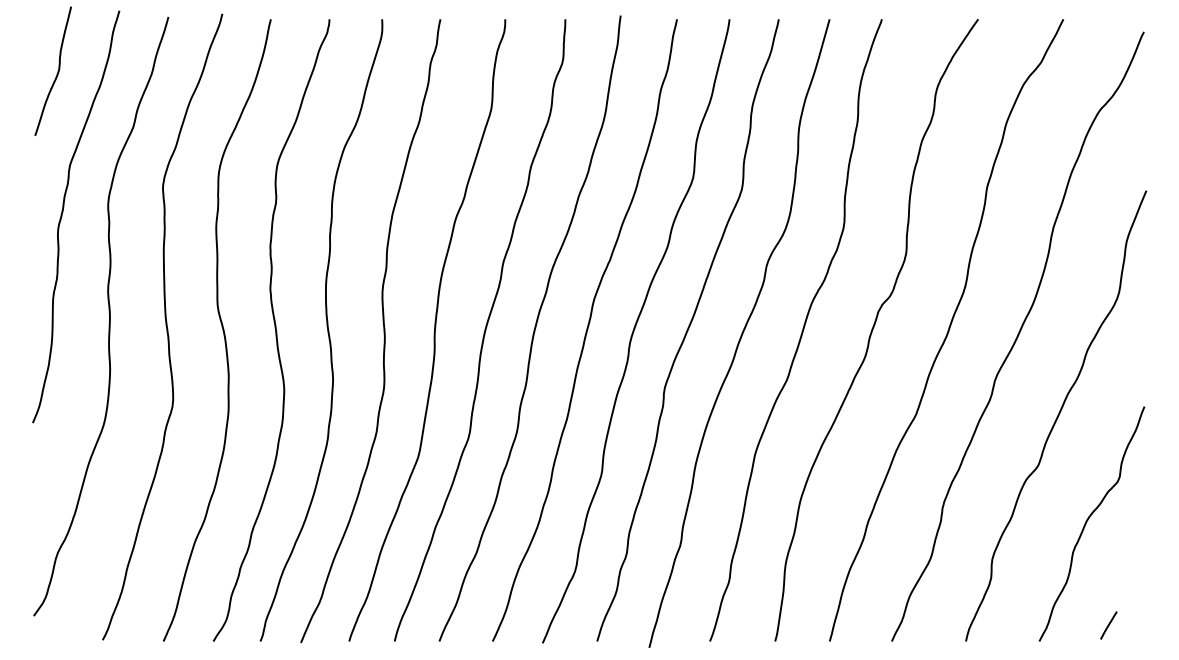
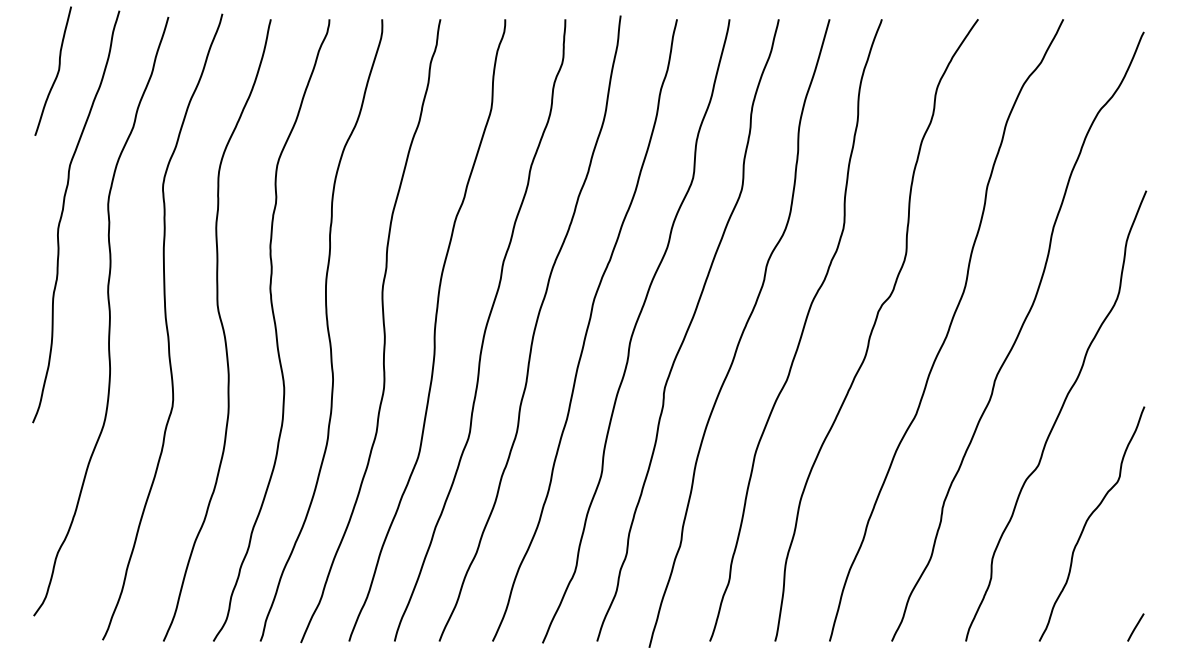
line at (1108, 625) position: (1108, 625) -> (1135, 627)
